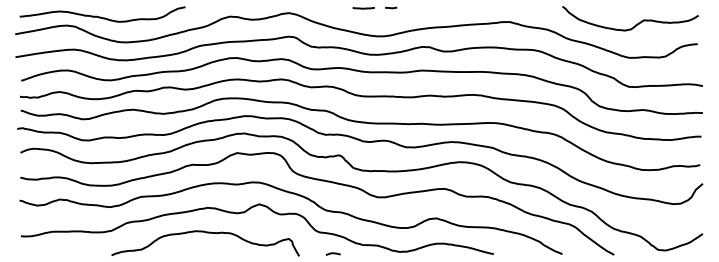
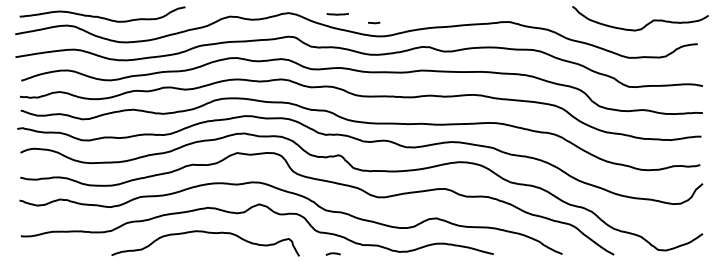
line at (391, 7) position: (391, 7) -> (374, 22)
line at (363, 8) position: (363, 8) -> (337, 14)
curve at (635, 24) position: (635, 24) -> (645, 24)
